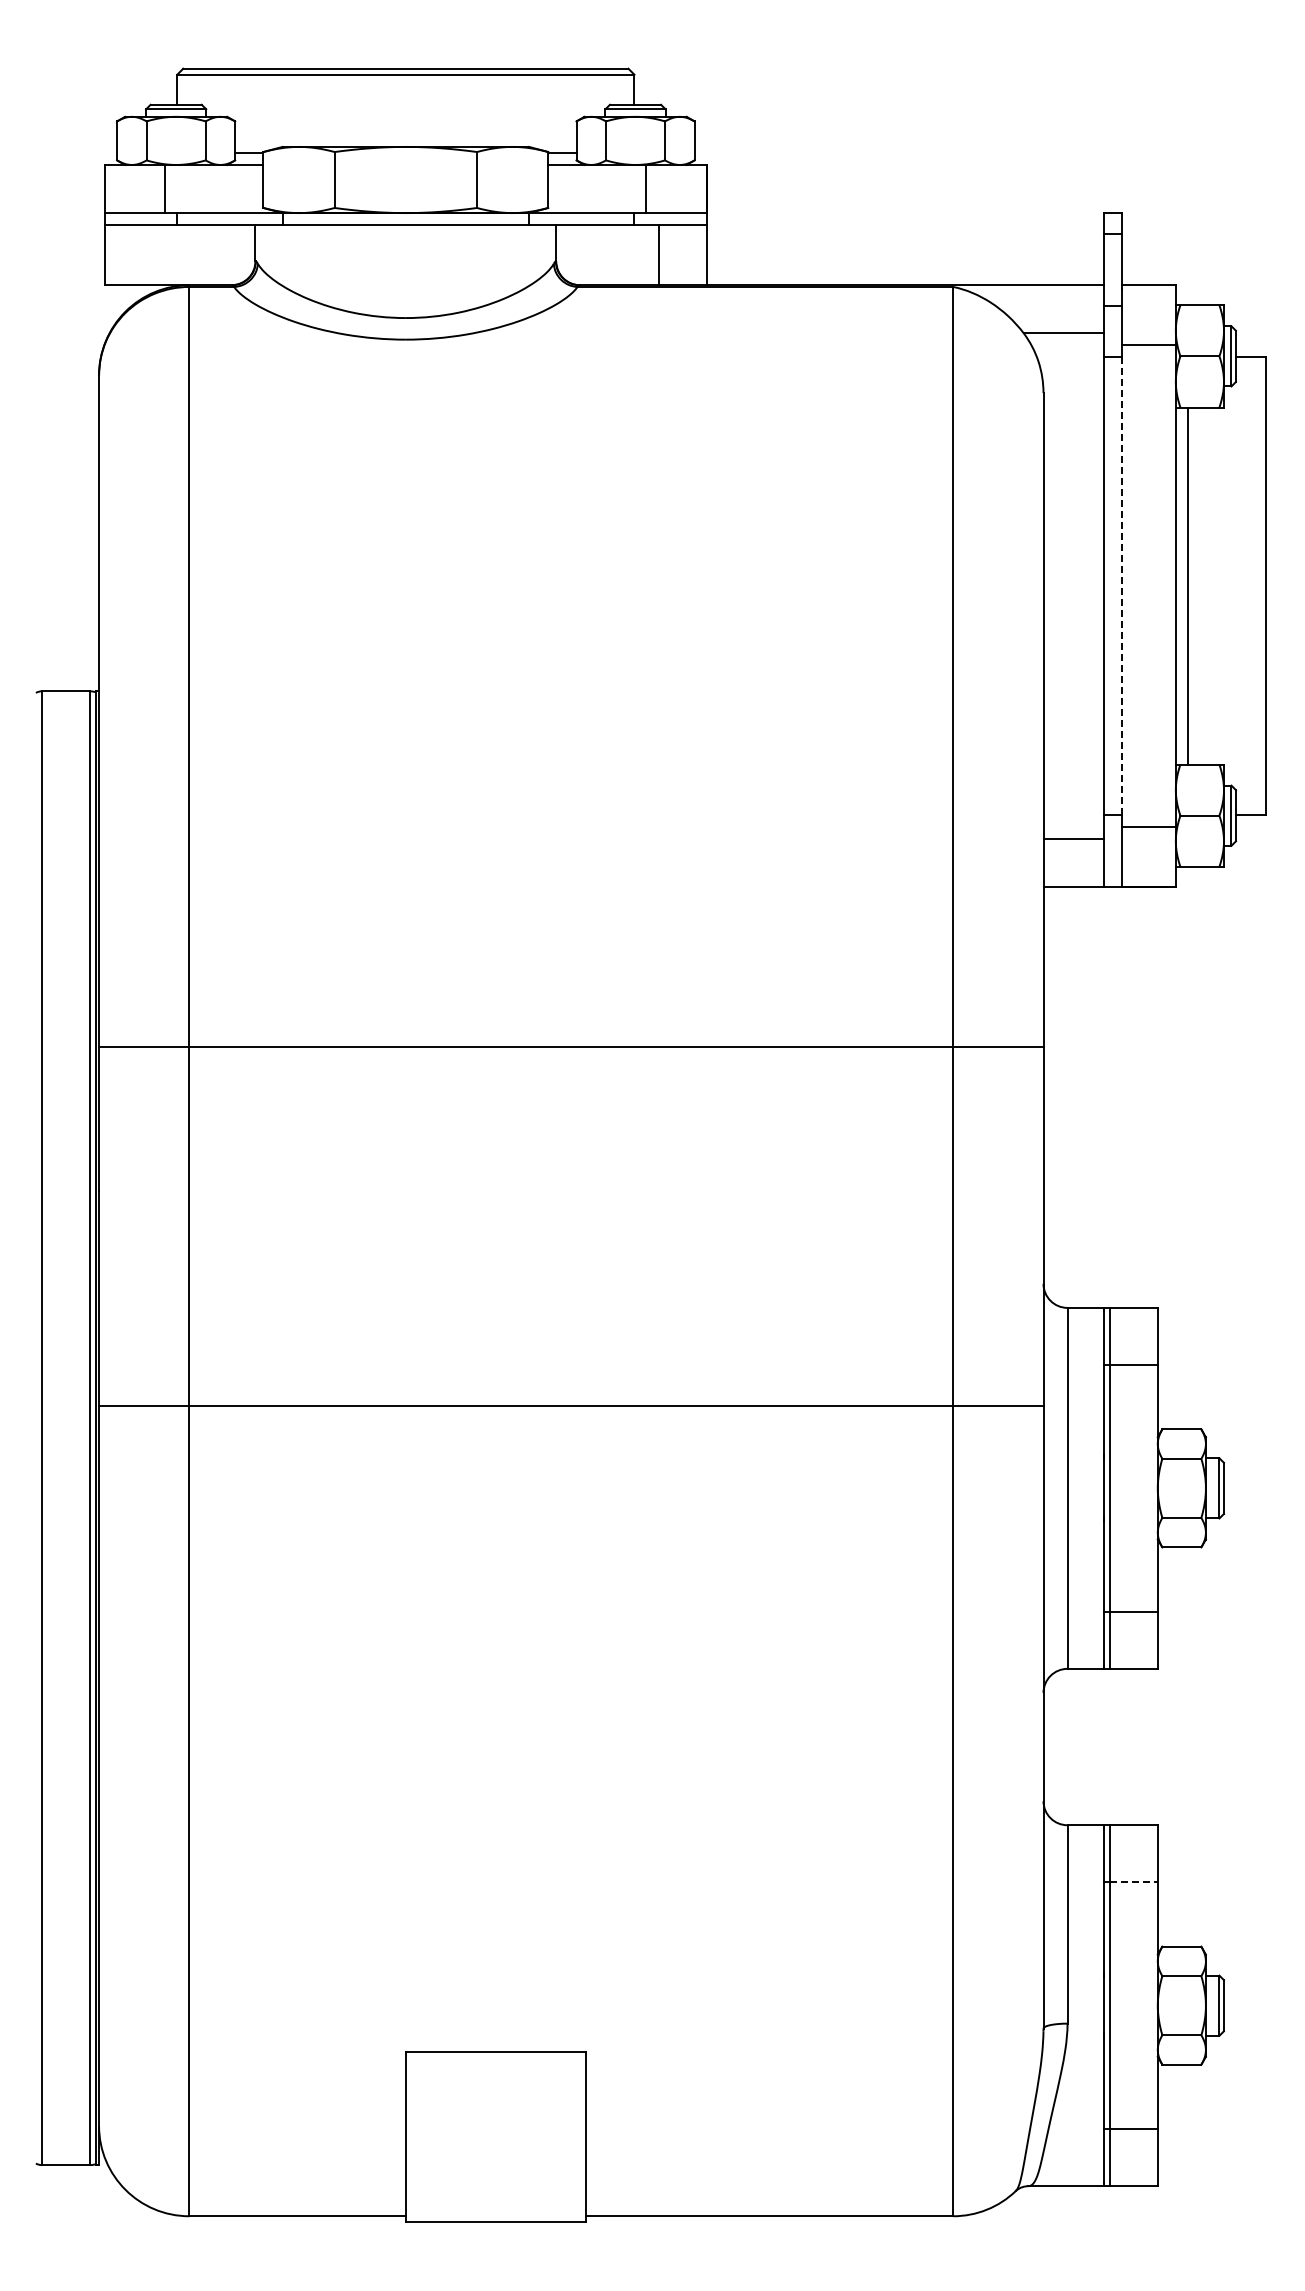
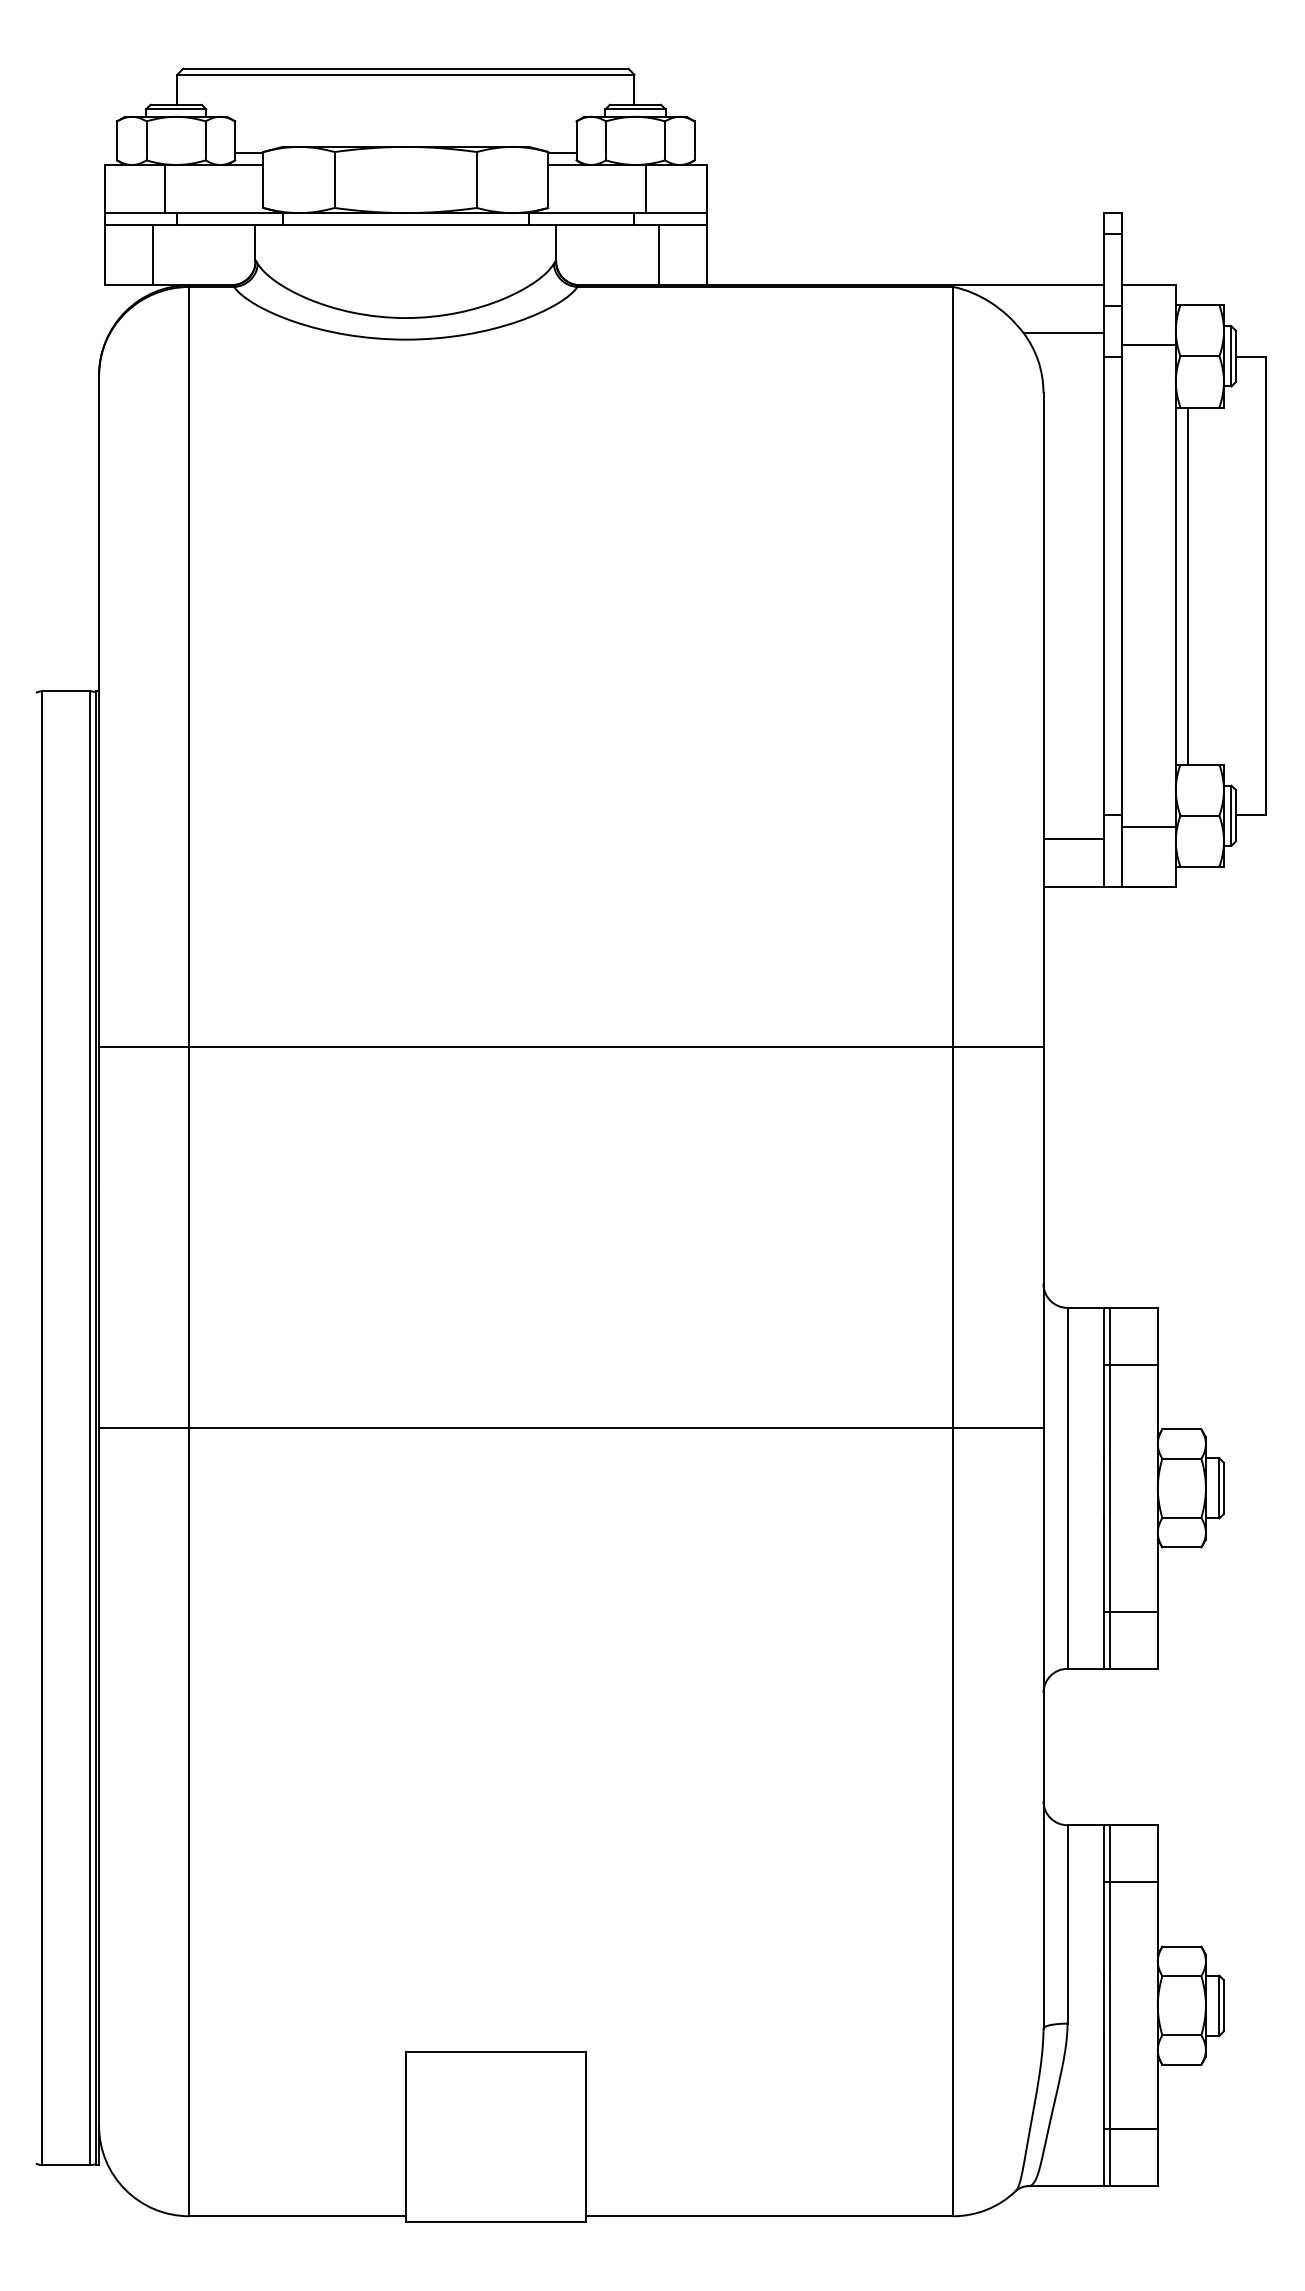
line at (153, 255): none -> present
line at (1121, 587): dashed -> solid
line at (571, 1406) position: (571, 1406) -> (571, 1428)
line at (1134, 1882): dashed -> solid
